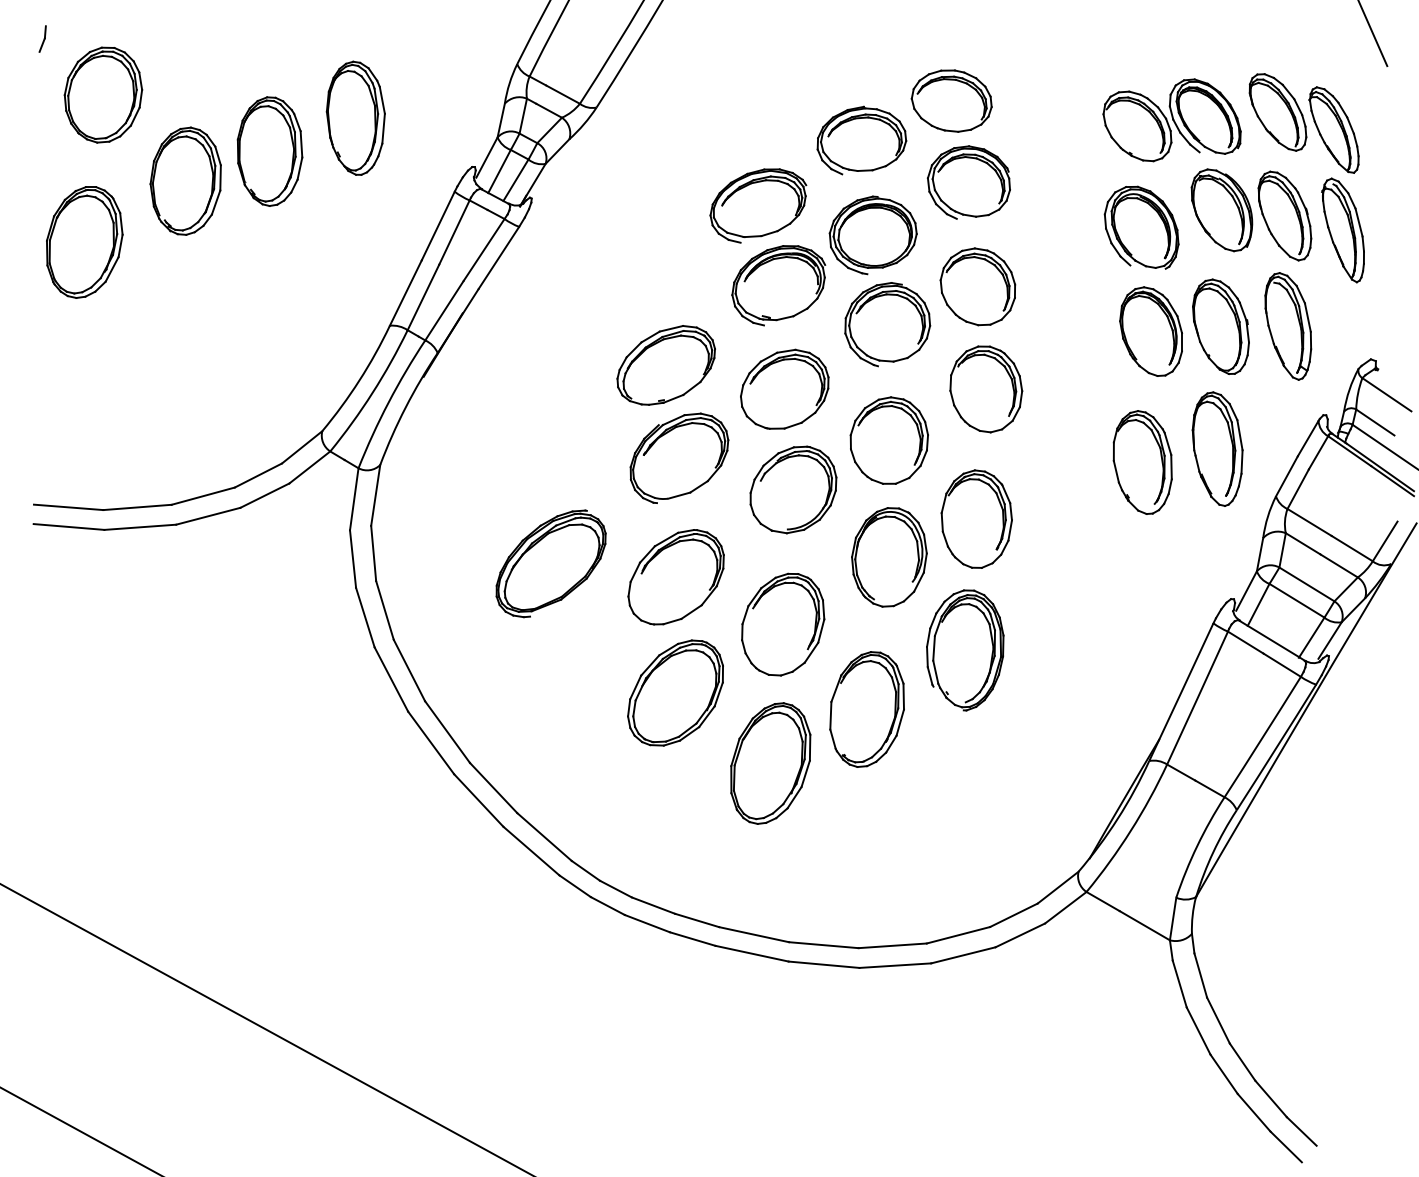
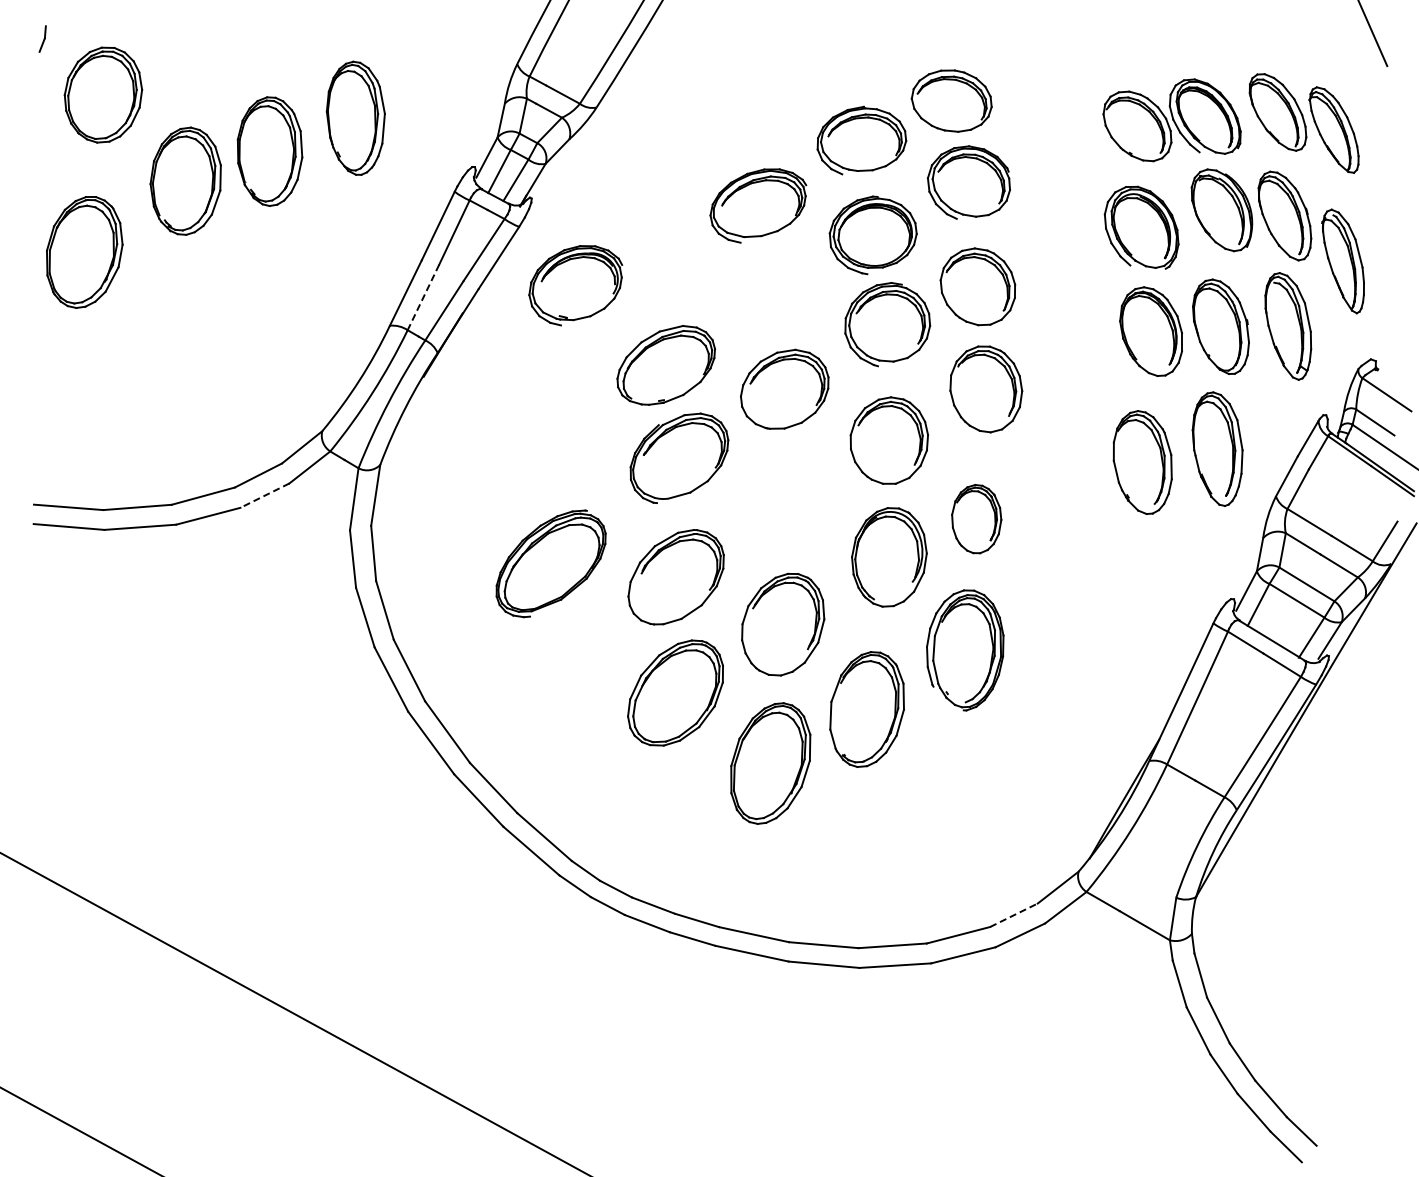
part at (1342, 230) position: (1342, 230) -> (1342, 261)
part at (84, 242) position: (84, 242) -> (84, 252)
part at (778, 285) position: (778, 285) -> (575, 285)
line at (423, 297): solid -> dashed
part at (793, 489): present -> none
line at (264, 495): solid -> dashed
part at (976, 518) size: 73x100 px -> 52x71 px
line at (1013, 915): solid -> dashed
line at (265, 1029) position: (265, 1029) -> (294, 1013)
